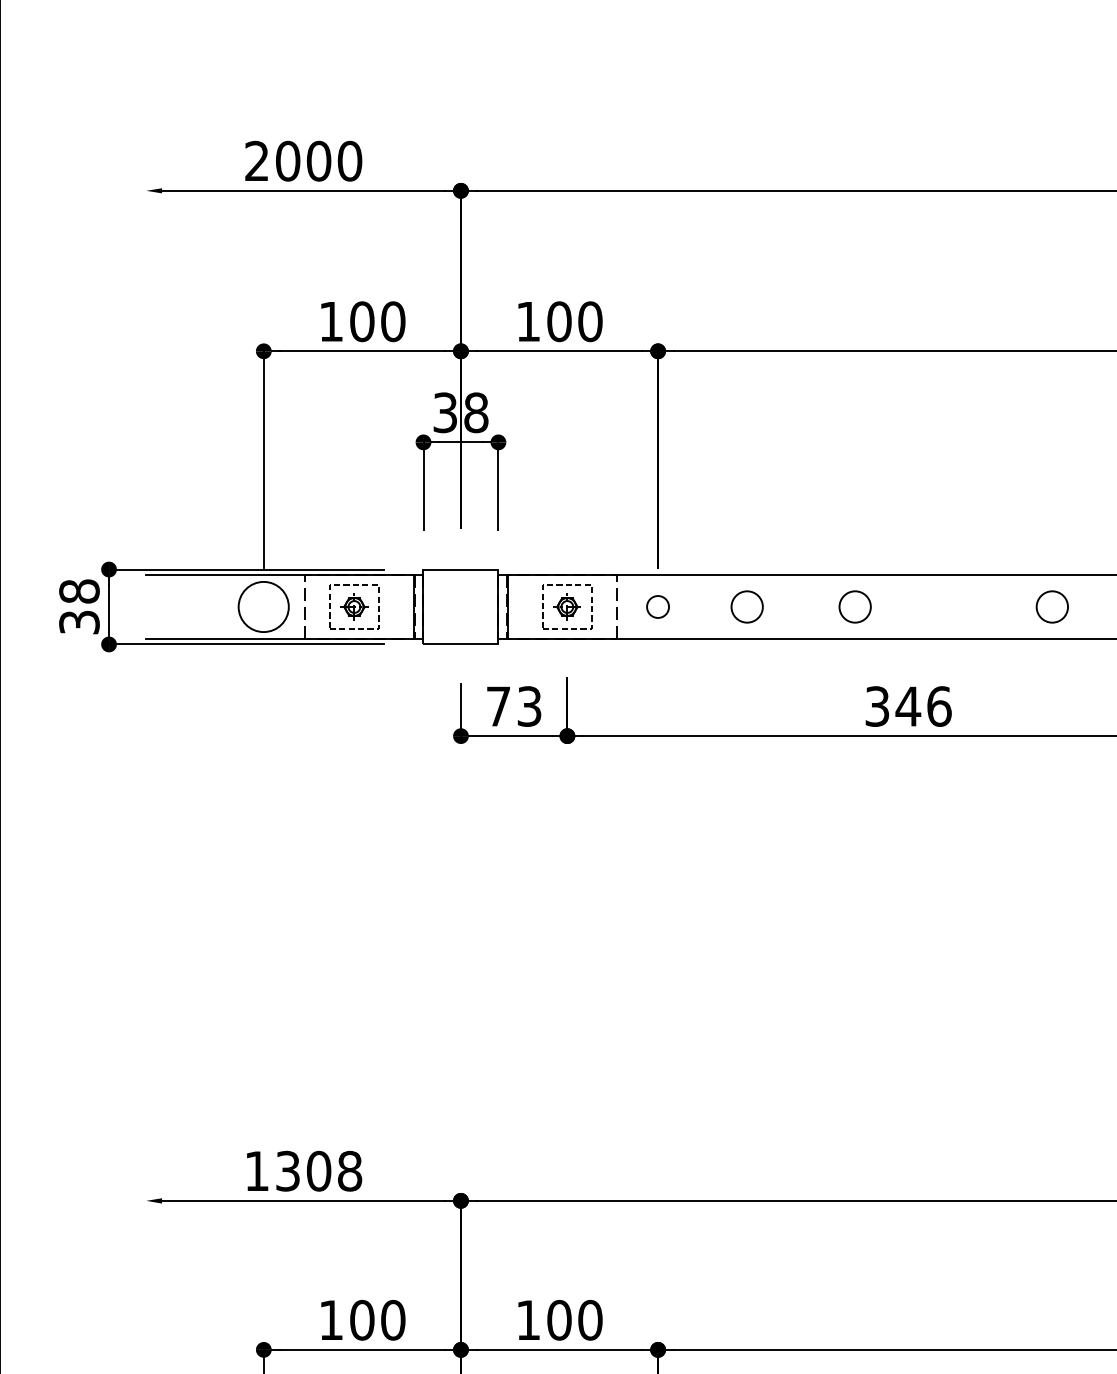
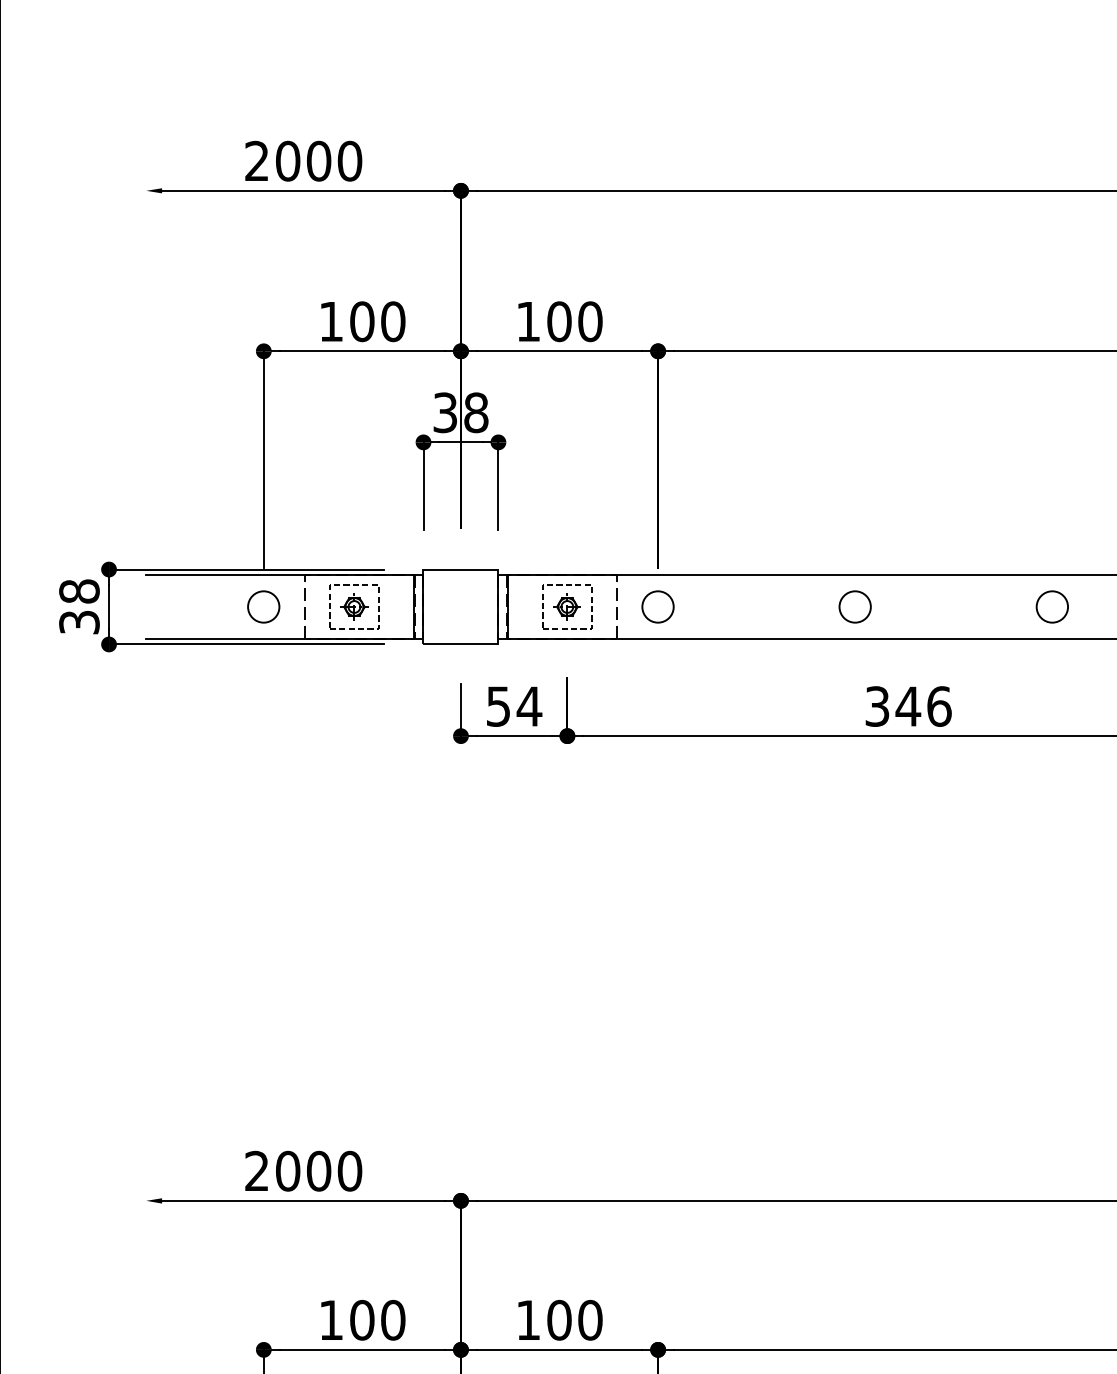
circle at (263, 606) diameter: 50 px -> 31 px
circle at (657, 606) size: 24x24 px -> 34x34 px
circle at (746, 606): present -> none
text at (514, 706): 73 -> 54
text at (303, 1170): 1308 -> 2000
